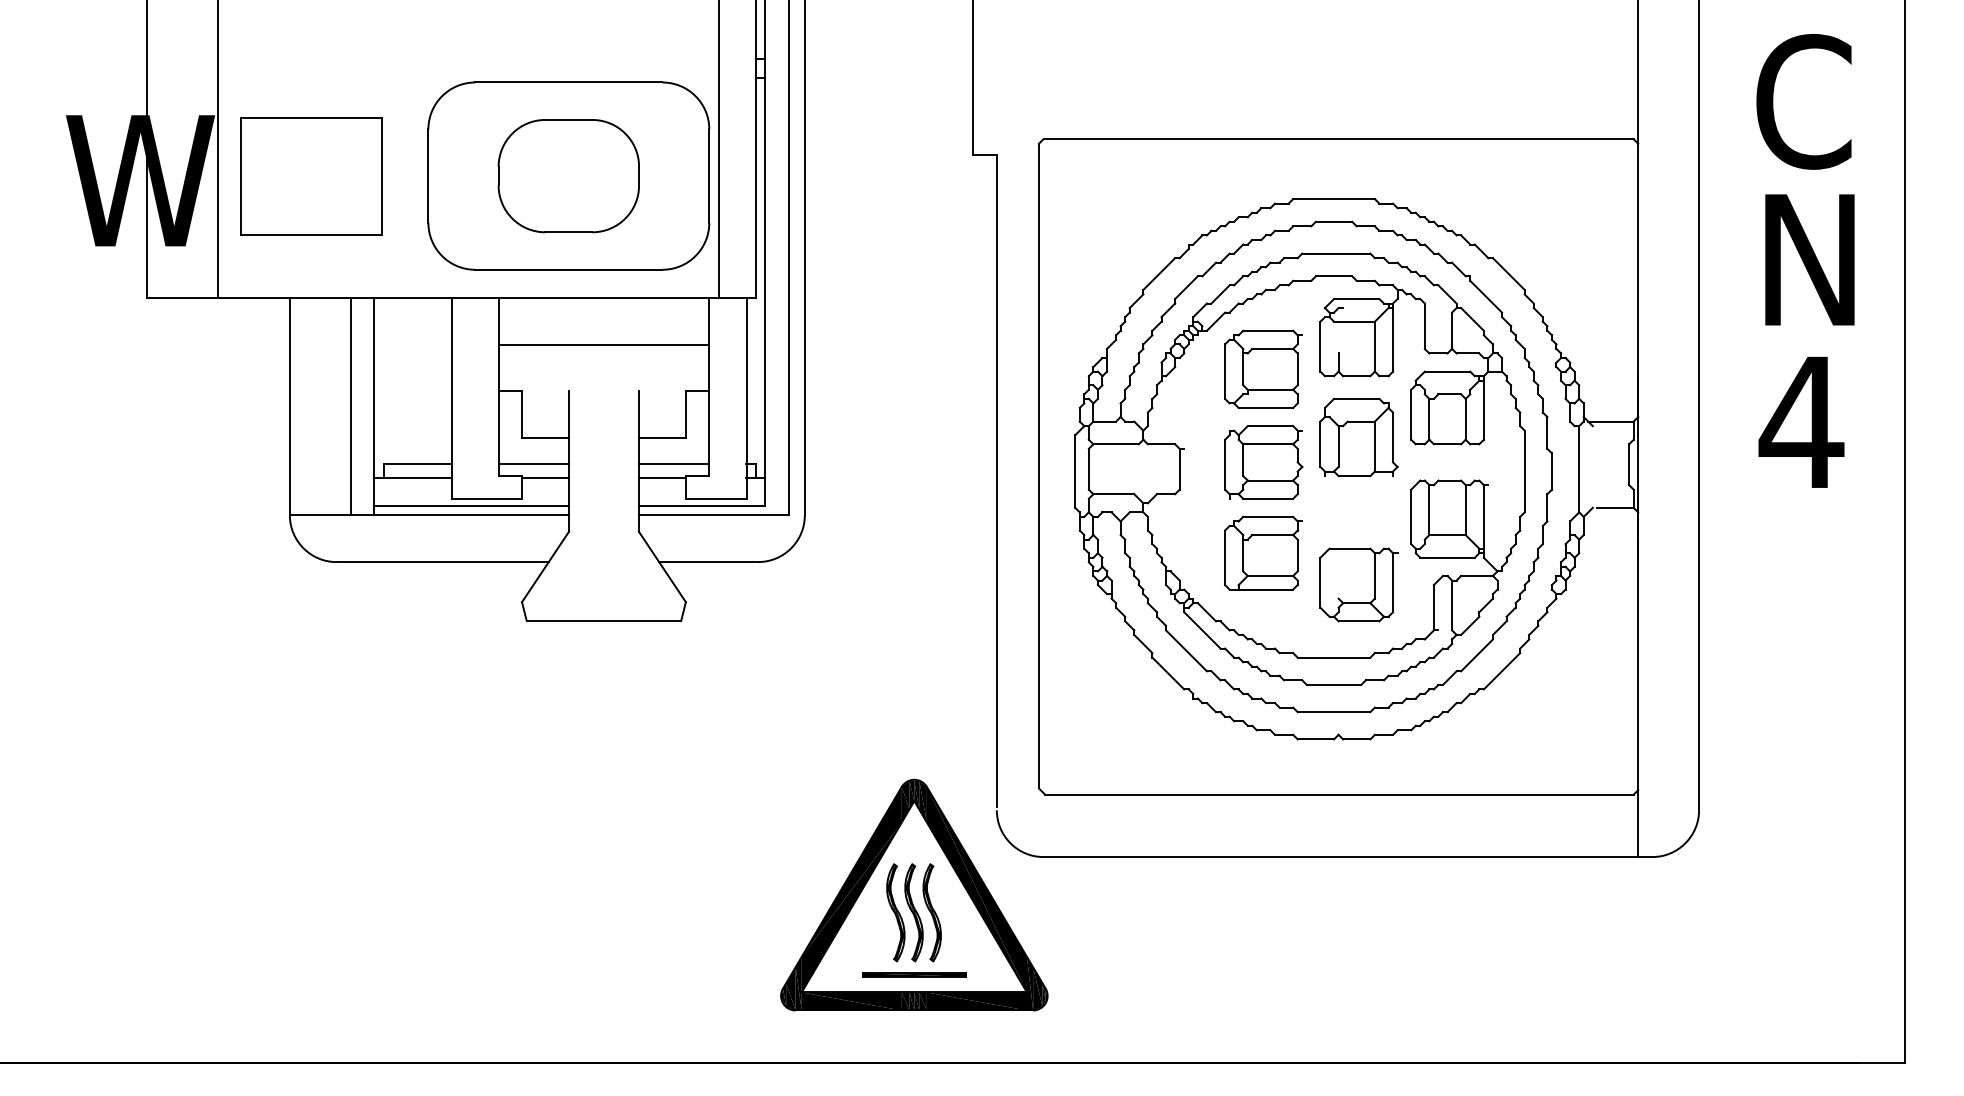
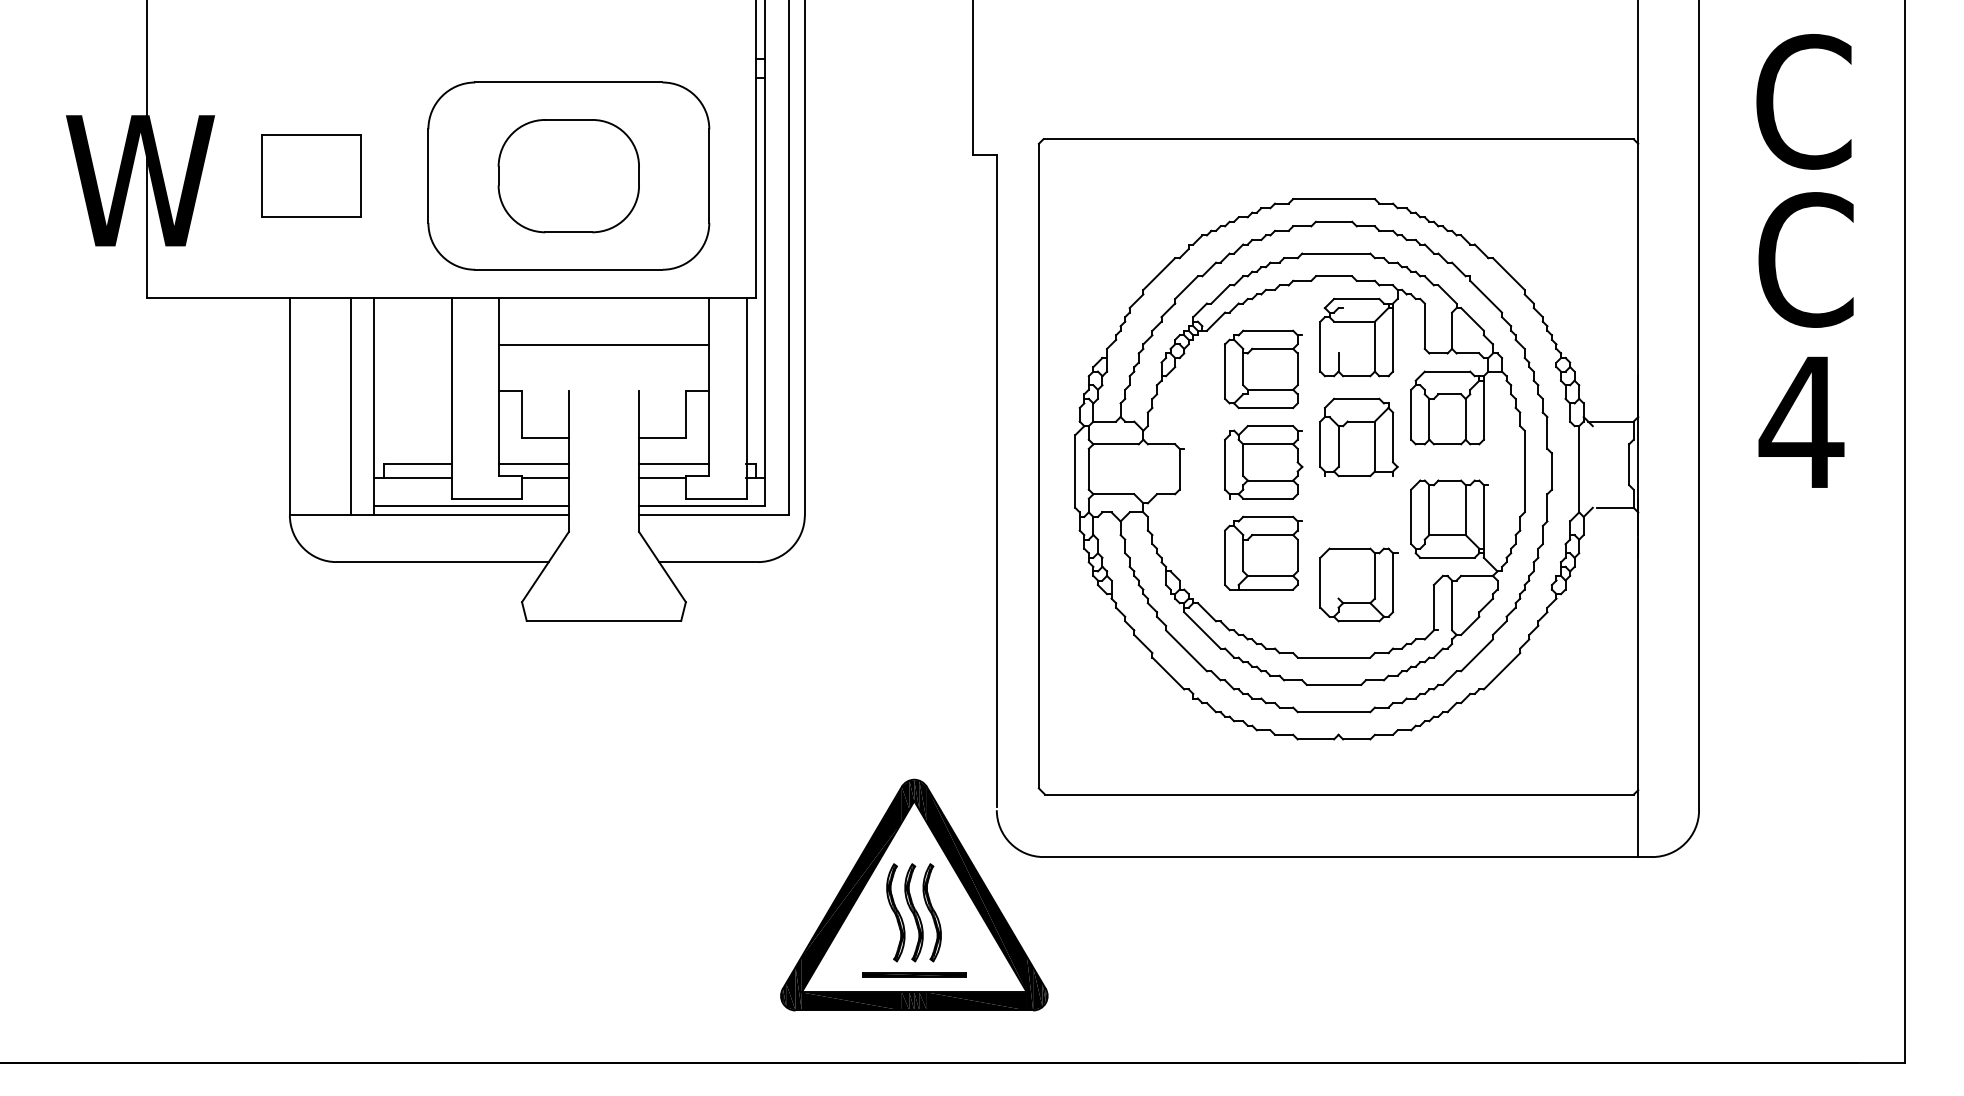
line at (217, 149): present -> none
line at (718, 149): present -> none
part at (311, 176) size: 143x119 px -> 101x84 px
text at (1806, 259): N -> C
